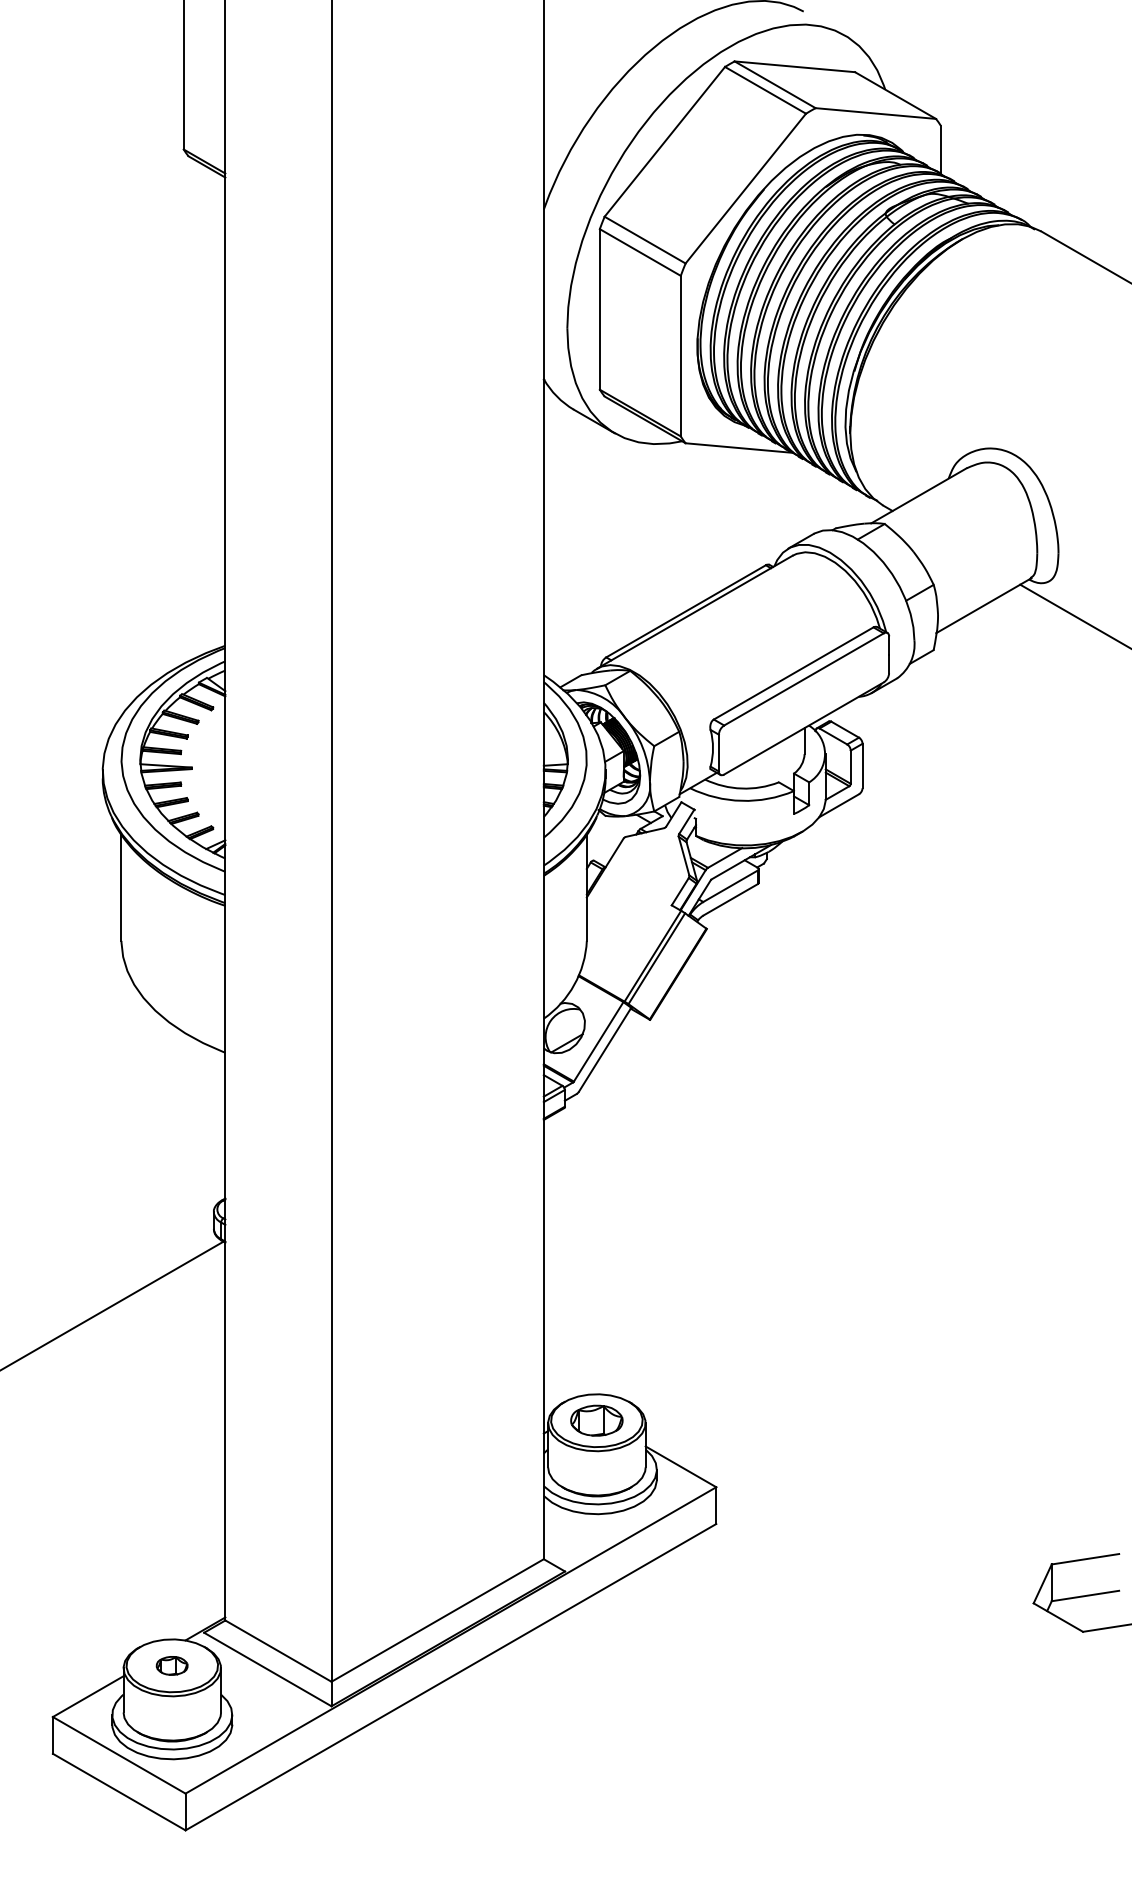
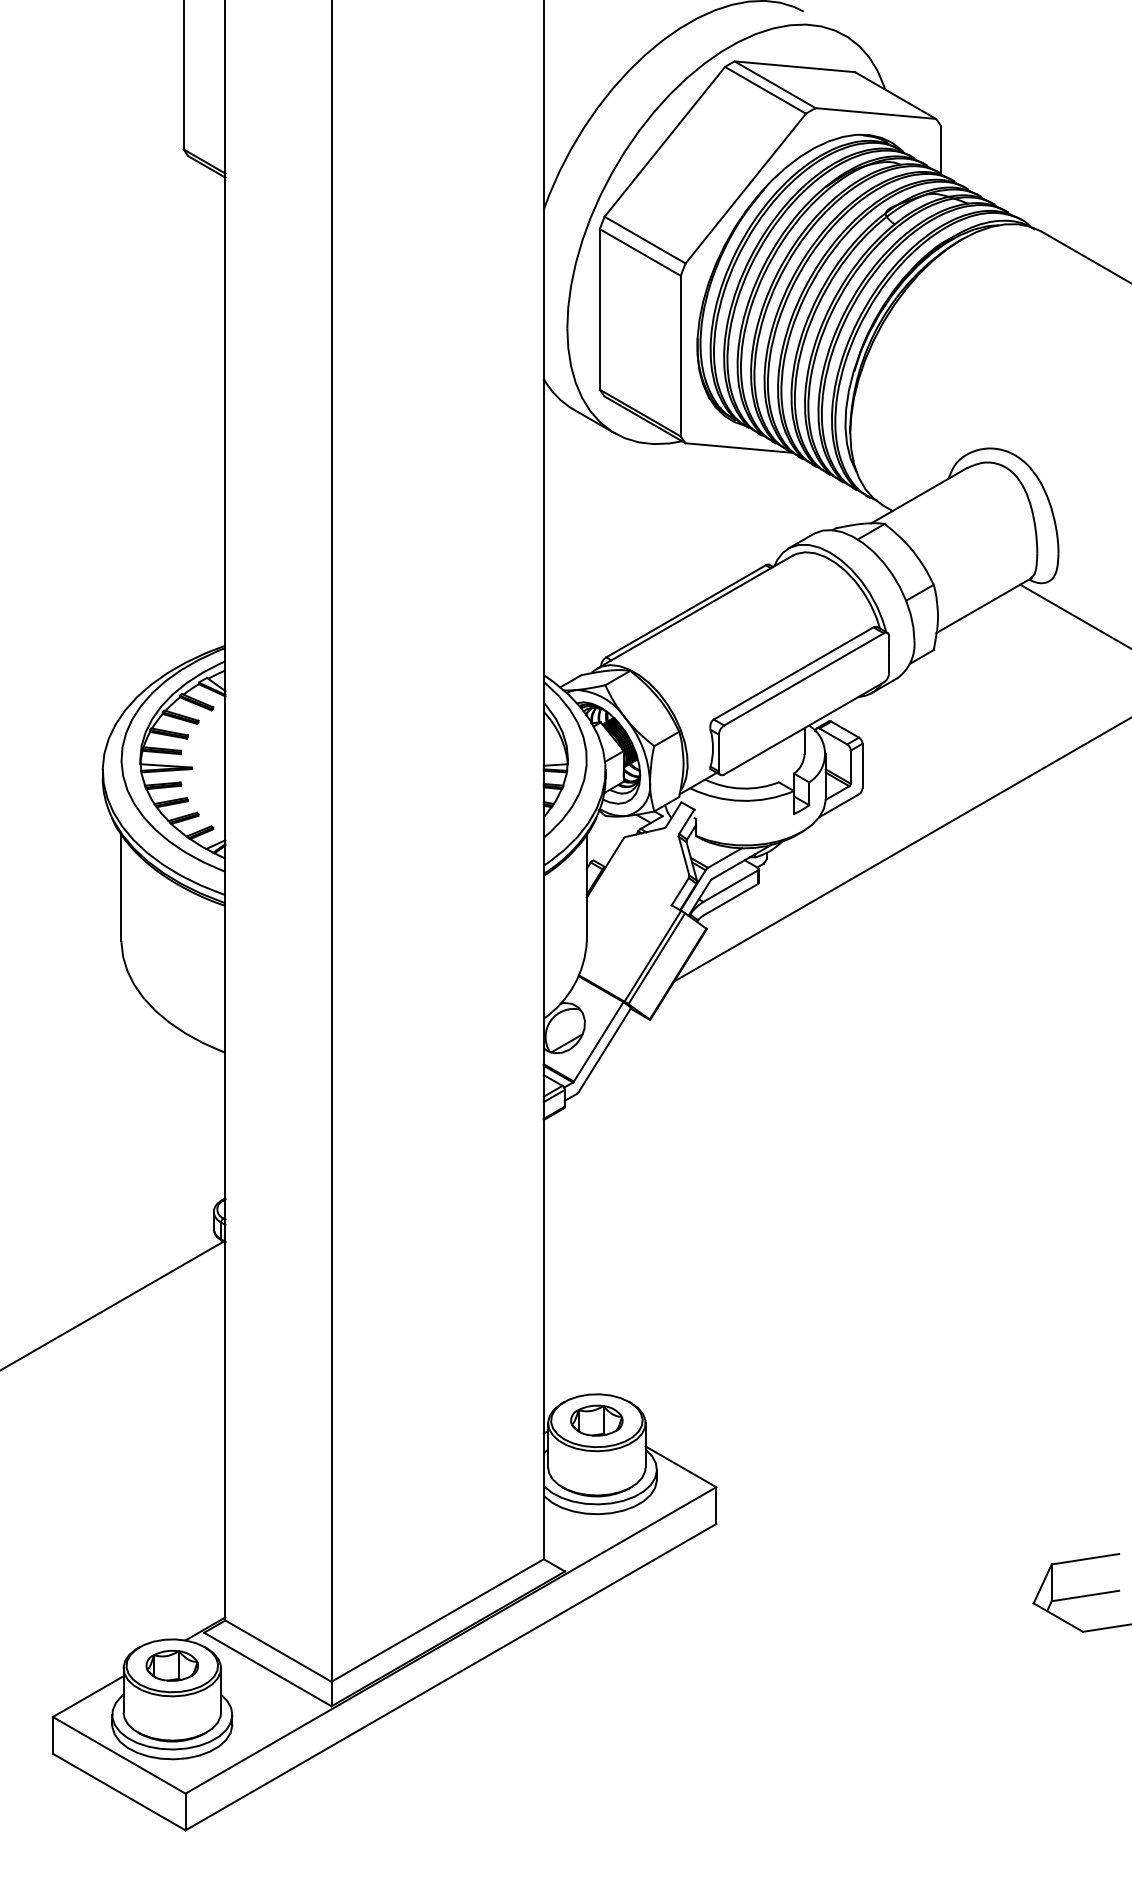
line at (901, 850): none -> present
part at (171, 1665) size: 34x20 px -> 54x32 px
